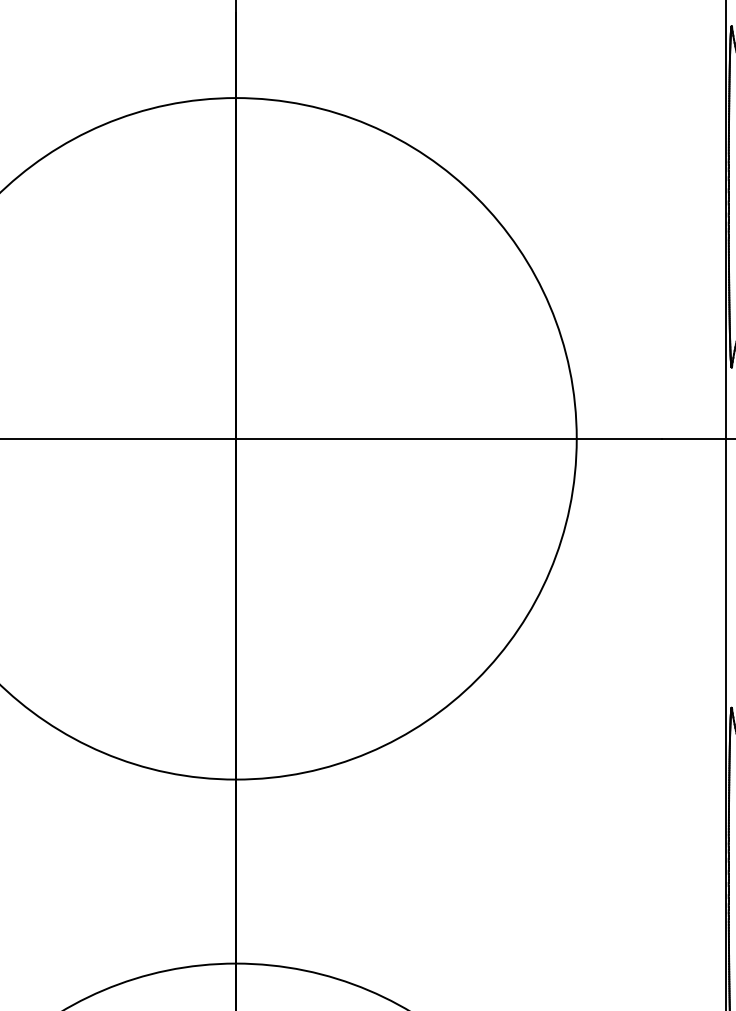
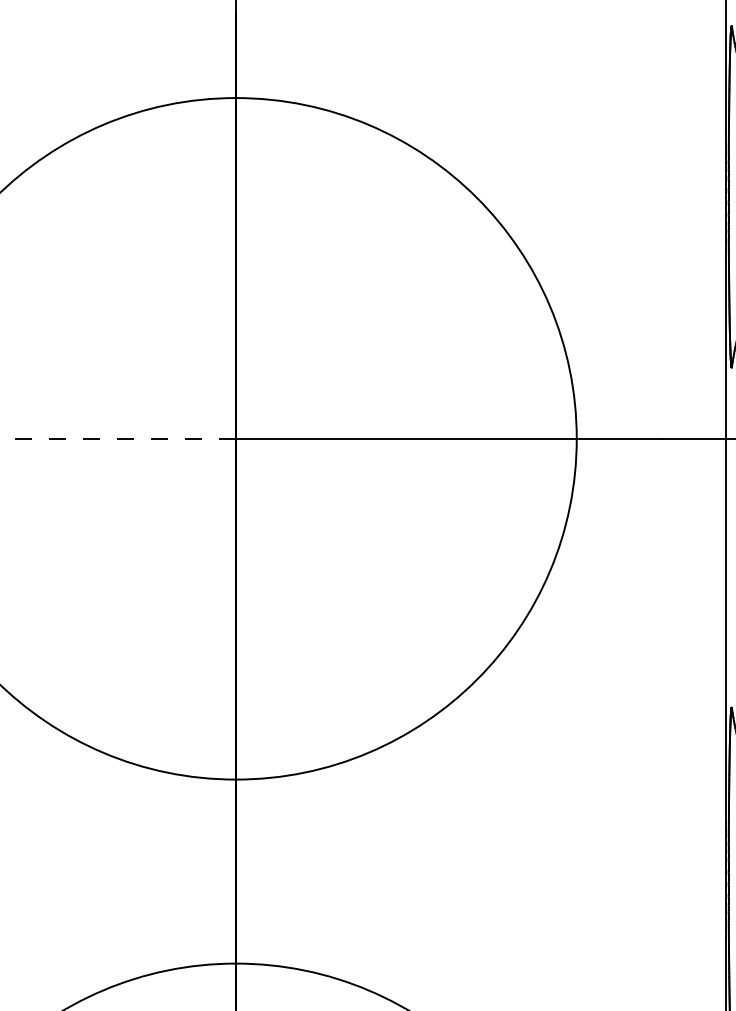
line at (118, 438): solid -> dashed
